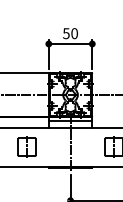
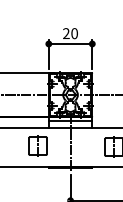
text at (66, 33): 50 -> 20
part at (26, 146) position: (26, 146) -> (37, 145)
